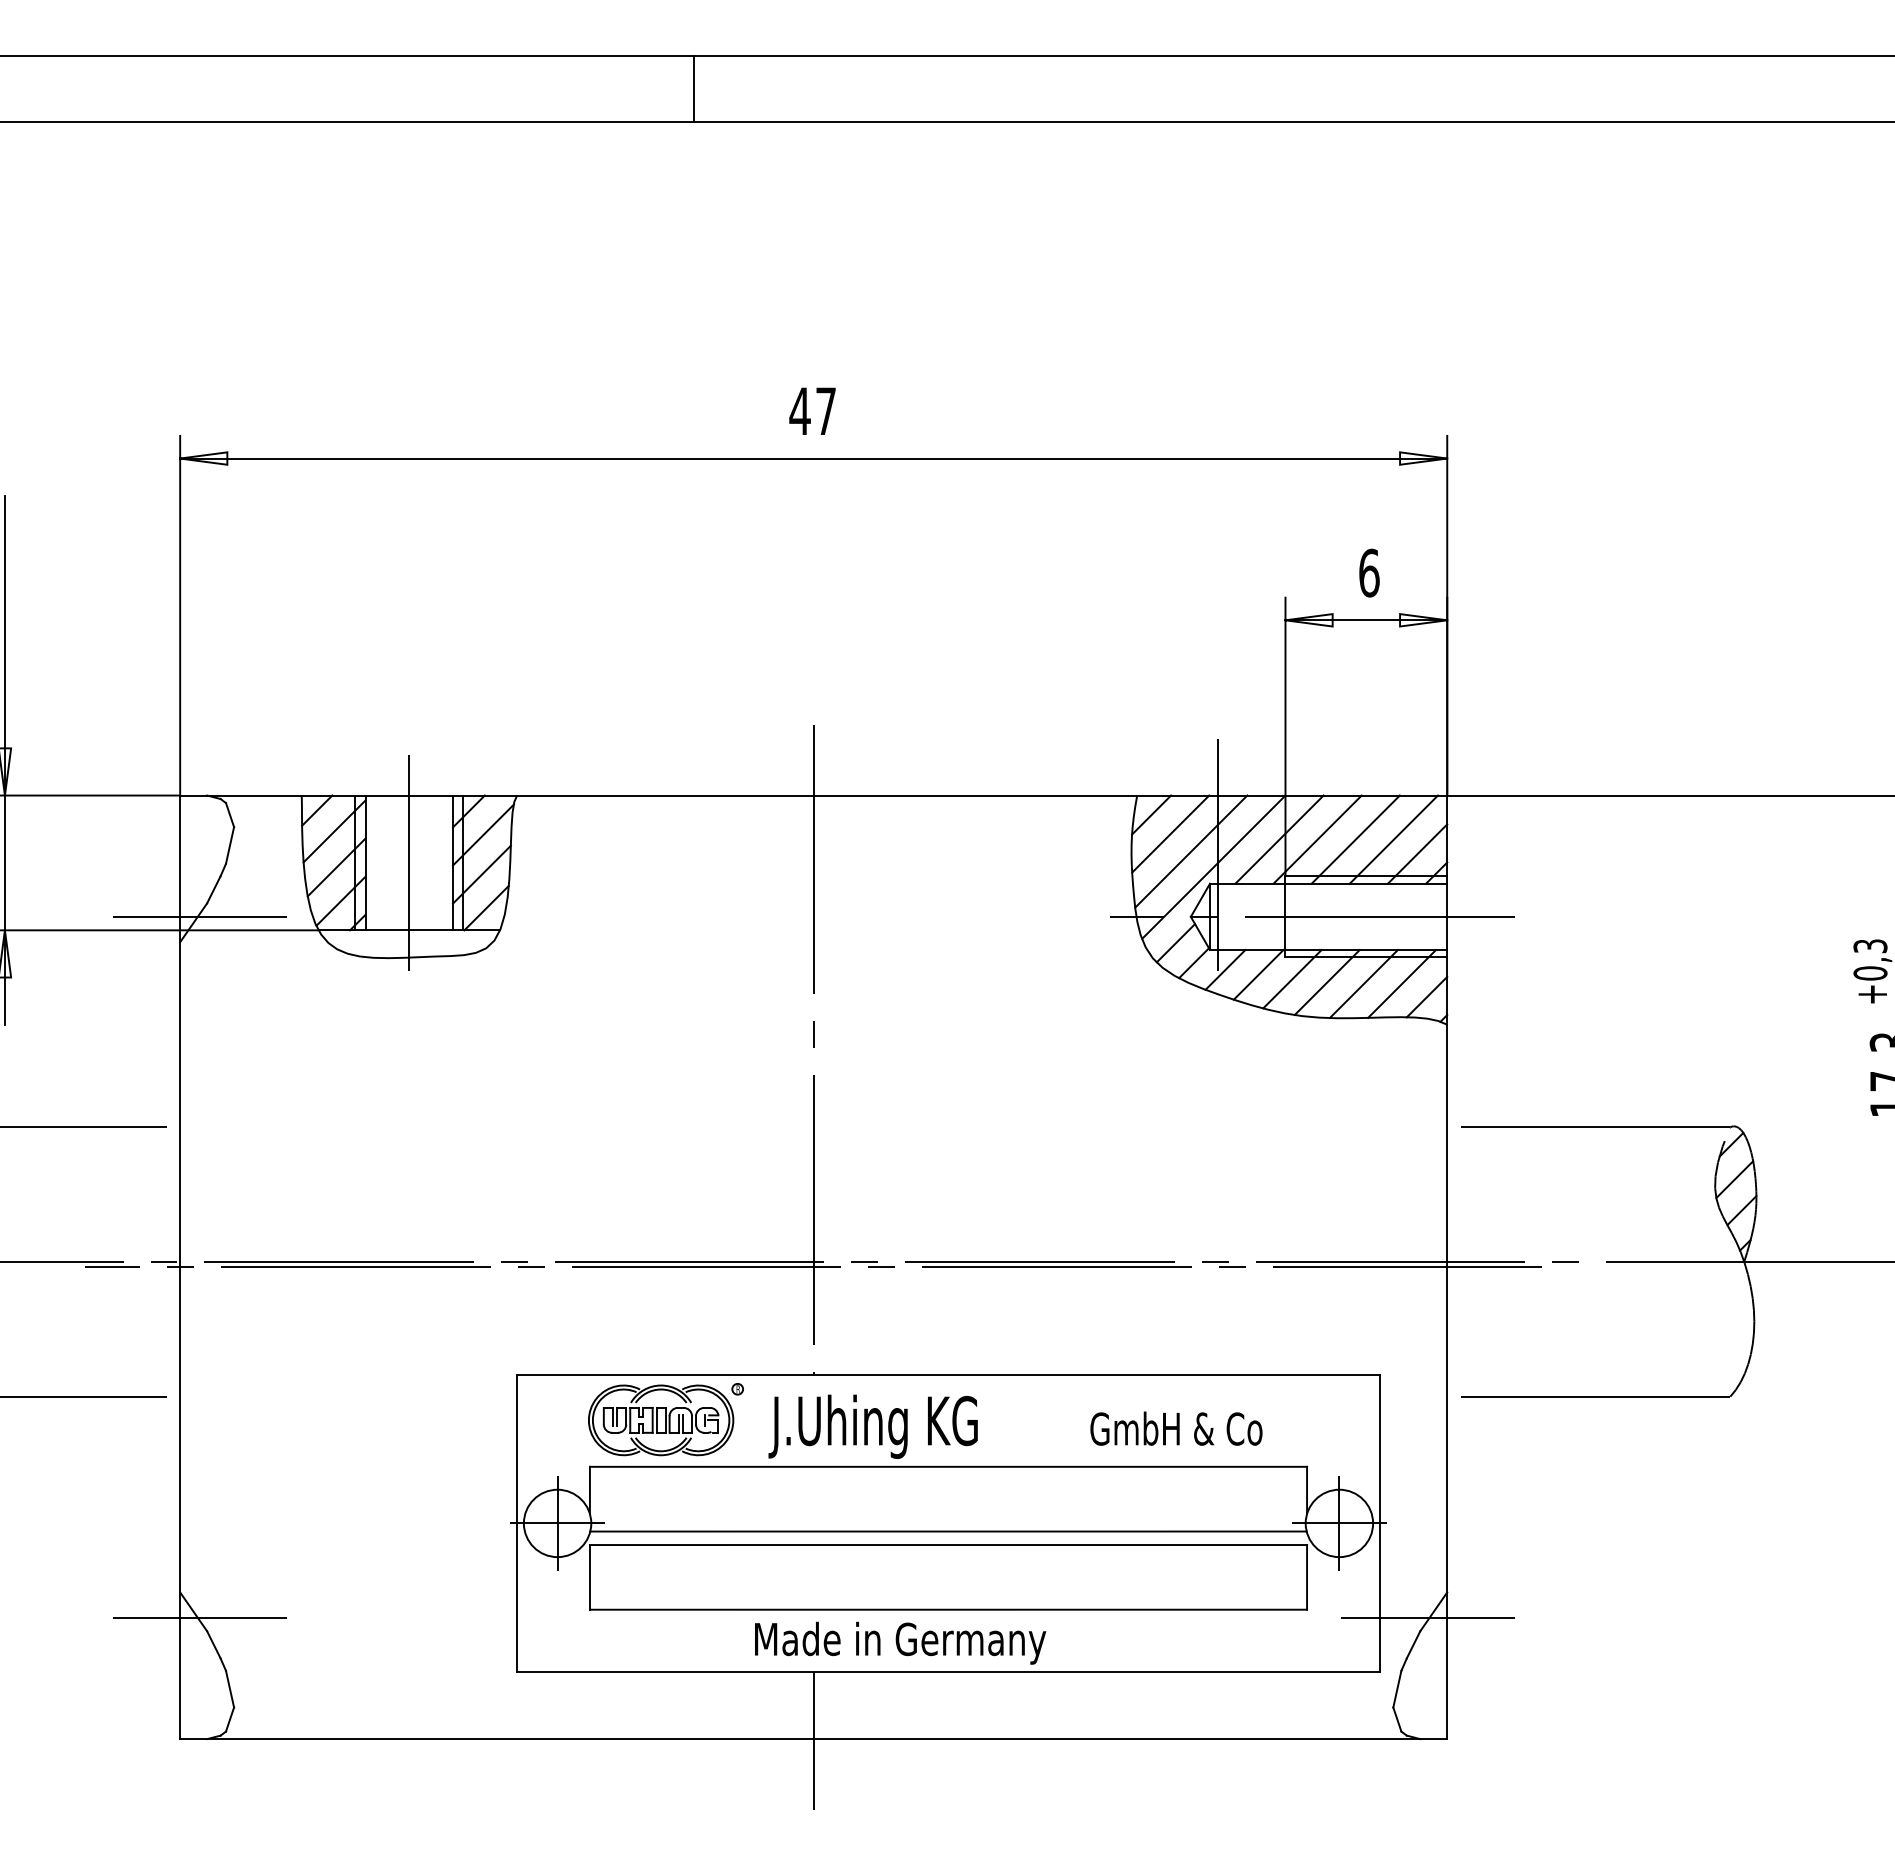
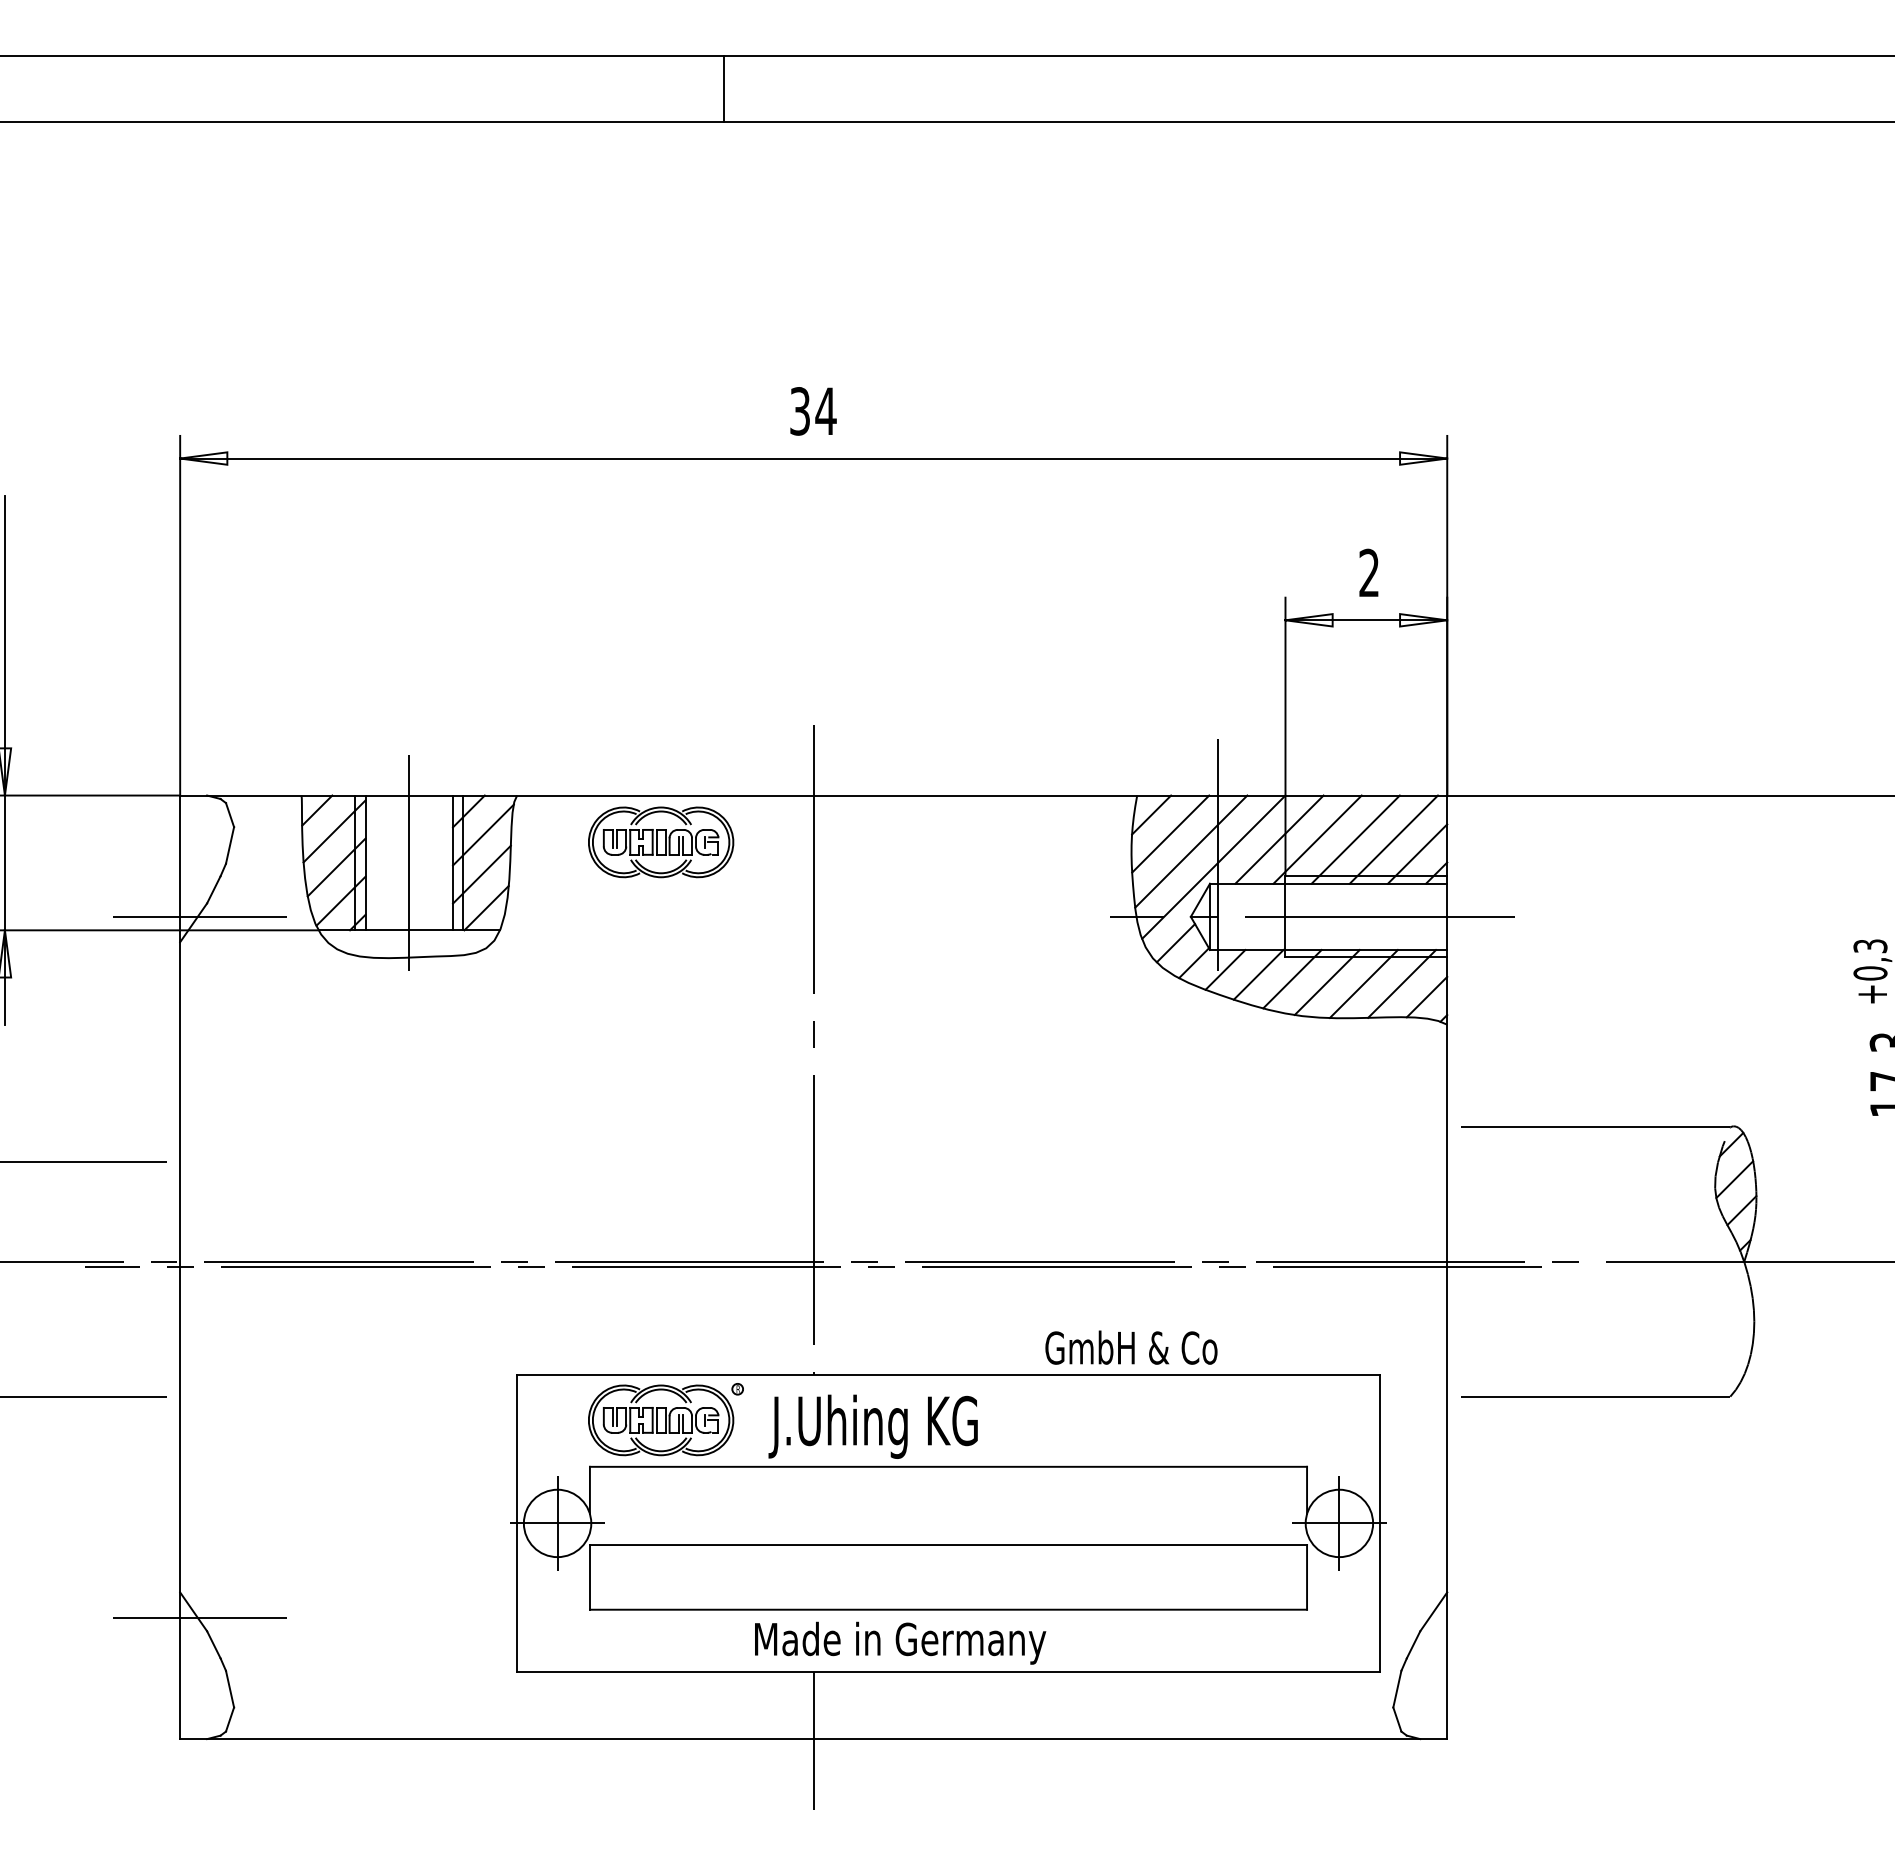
line at (693, 89) position: (693, 89) -> (723, 89)
text at (812, 411): 47 -> 34
text at (1369, 572): 6 -> 2
part at (661, 842): none -> present
line at (91, 1127) position: (91, 1127) -> (91, 1162)
text at (1176, 1428) position: (1176, 1428) -> (1131, 1347)
line at (948, 1531): present -> none
line at (1427, 1617): present -> none
